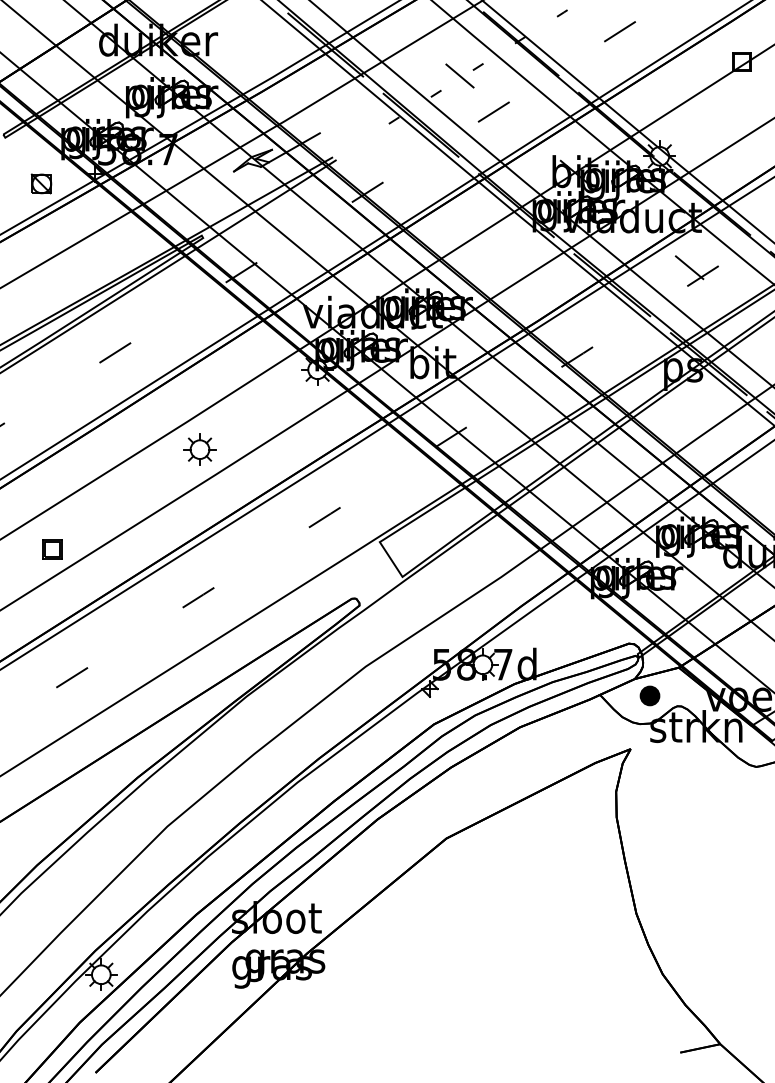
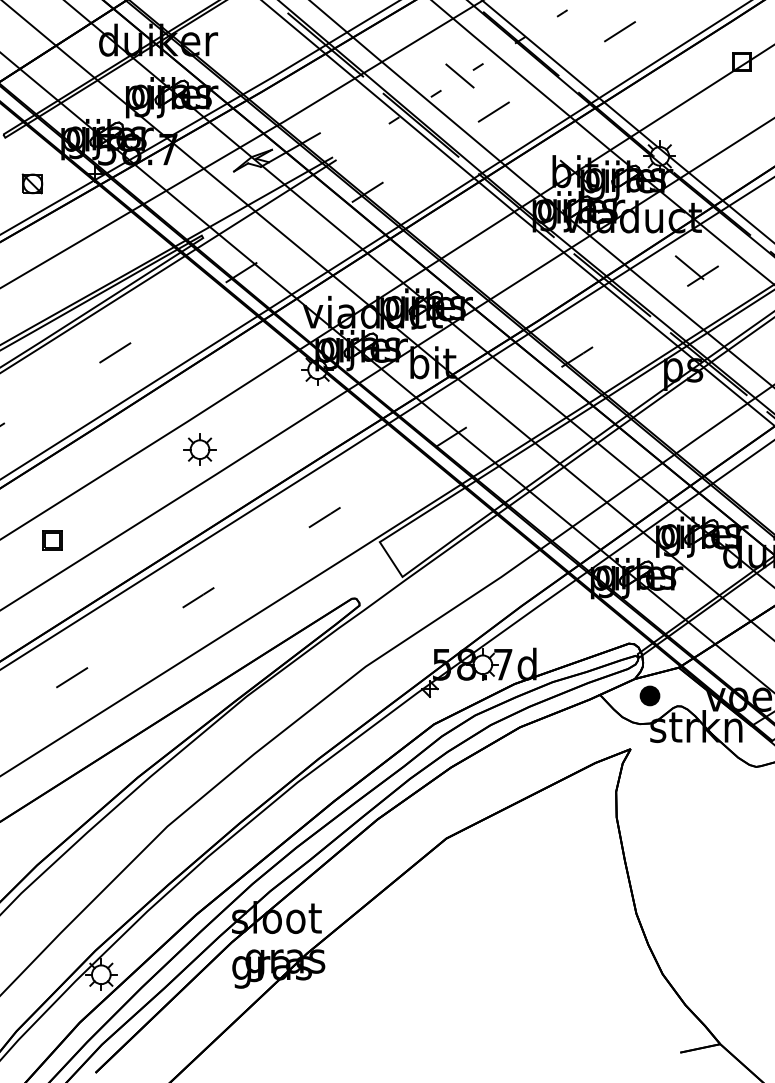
part at (41, 183) position: (41, 183) -> (32, 183)
part at (52, 549) position: (52, 549) -> (52, 540)
